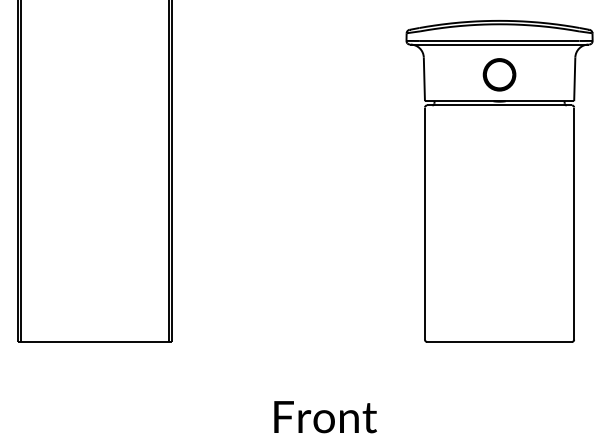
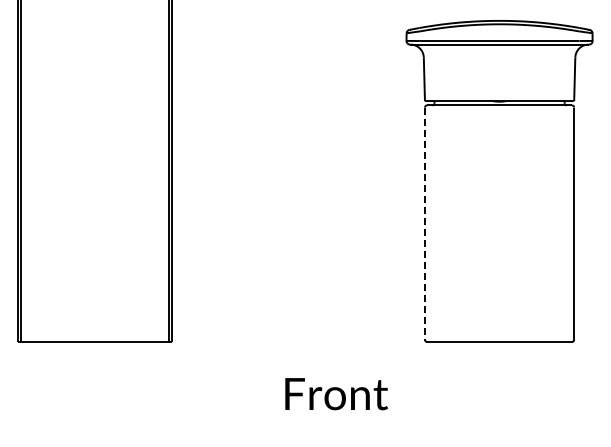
part at (499, 74): present -> none
line at (424, 224): solid -> dashed
text at (325, 417) position: (325, 417) -> (336, 394)
